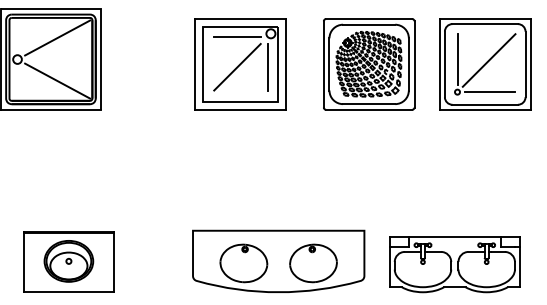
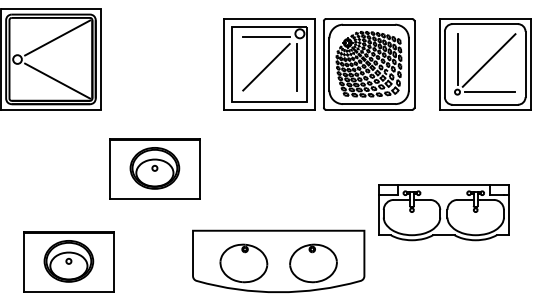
part at (240, 64) position: (240, 64) -> (269, 64)
part at (154, 168): none -> present
part at (454, 264) position: (454, 264) -> (443, 212)
